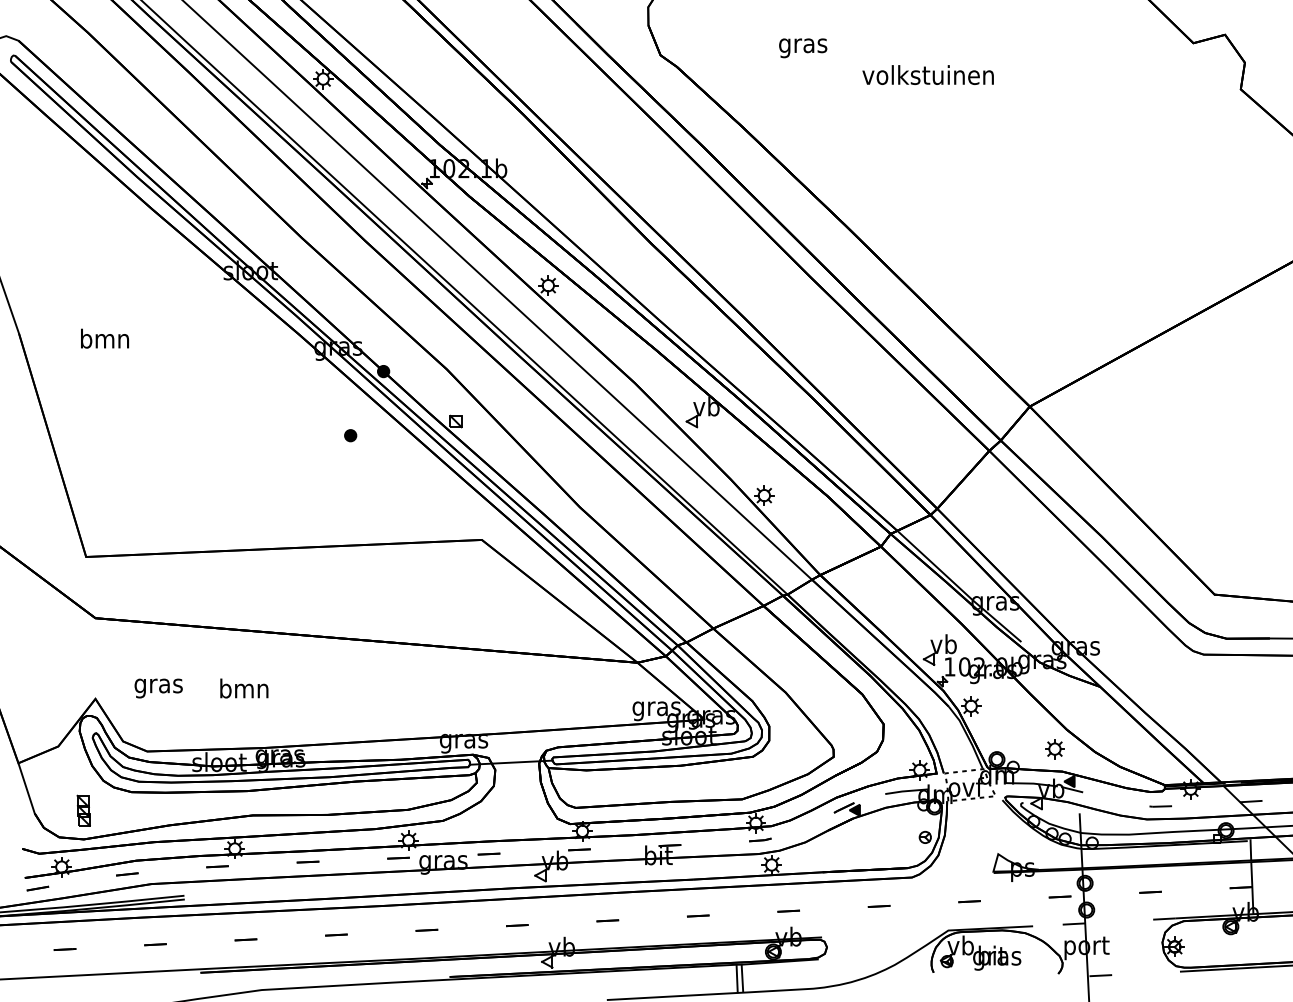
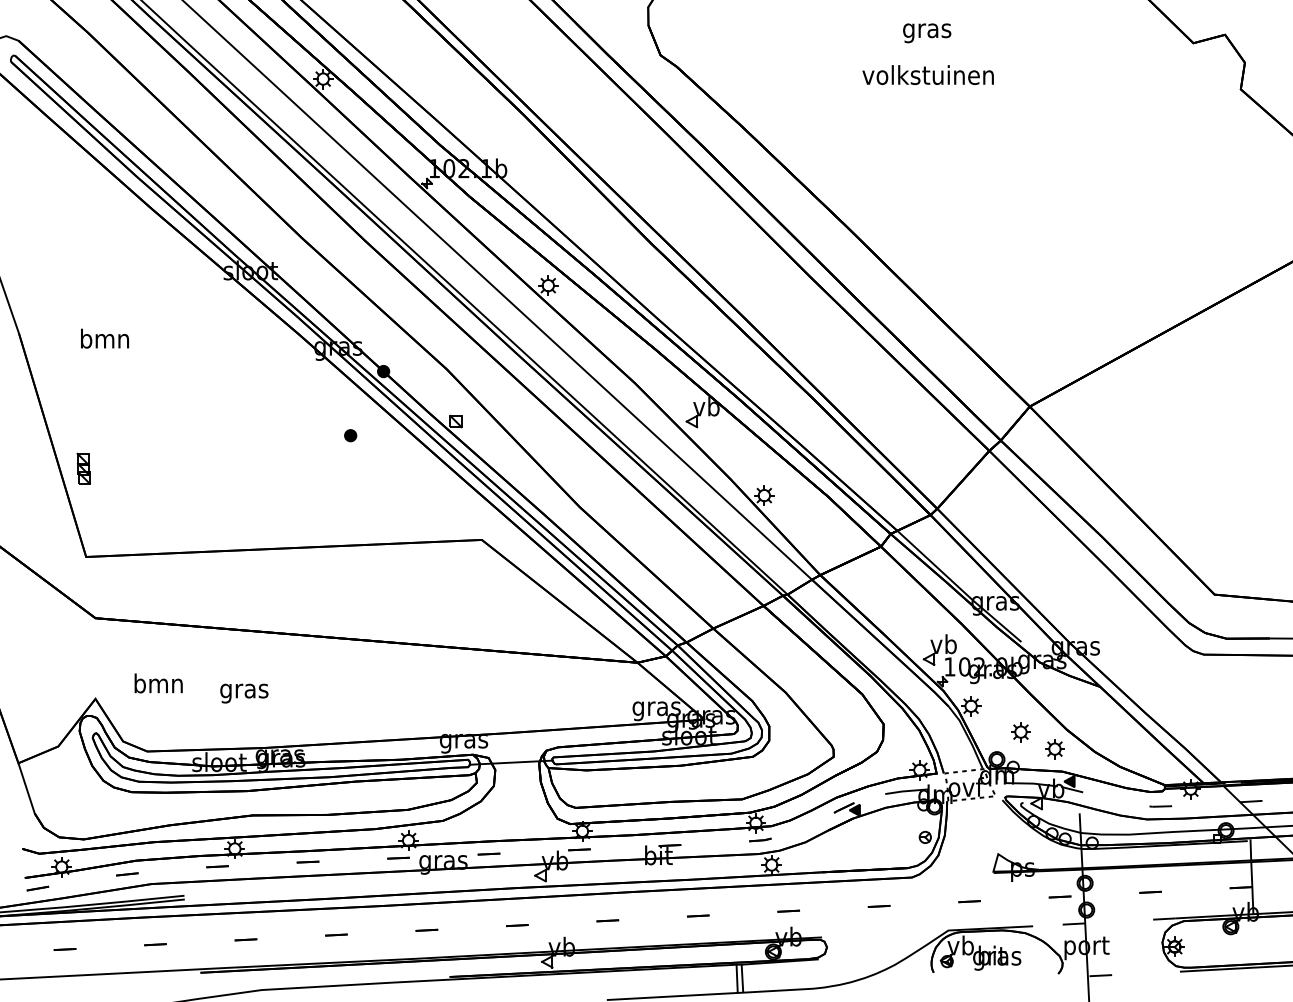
text at (803, 48) position: (803, 48) -> (927, 33)
text at (158, 685): gras -> bmn
text at (244, 690): bmn -> gras
part at (1020, 732): none -> present
part at (83, 810) position: (83, 810) -> (83, 468)
